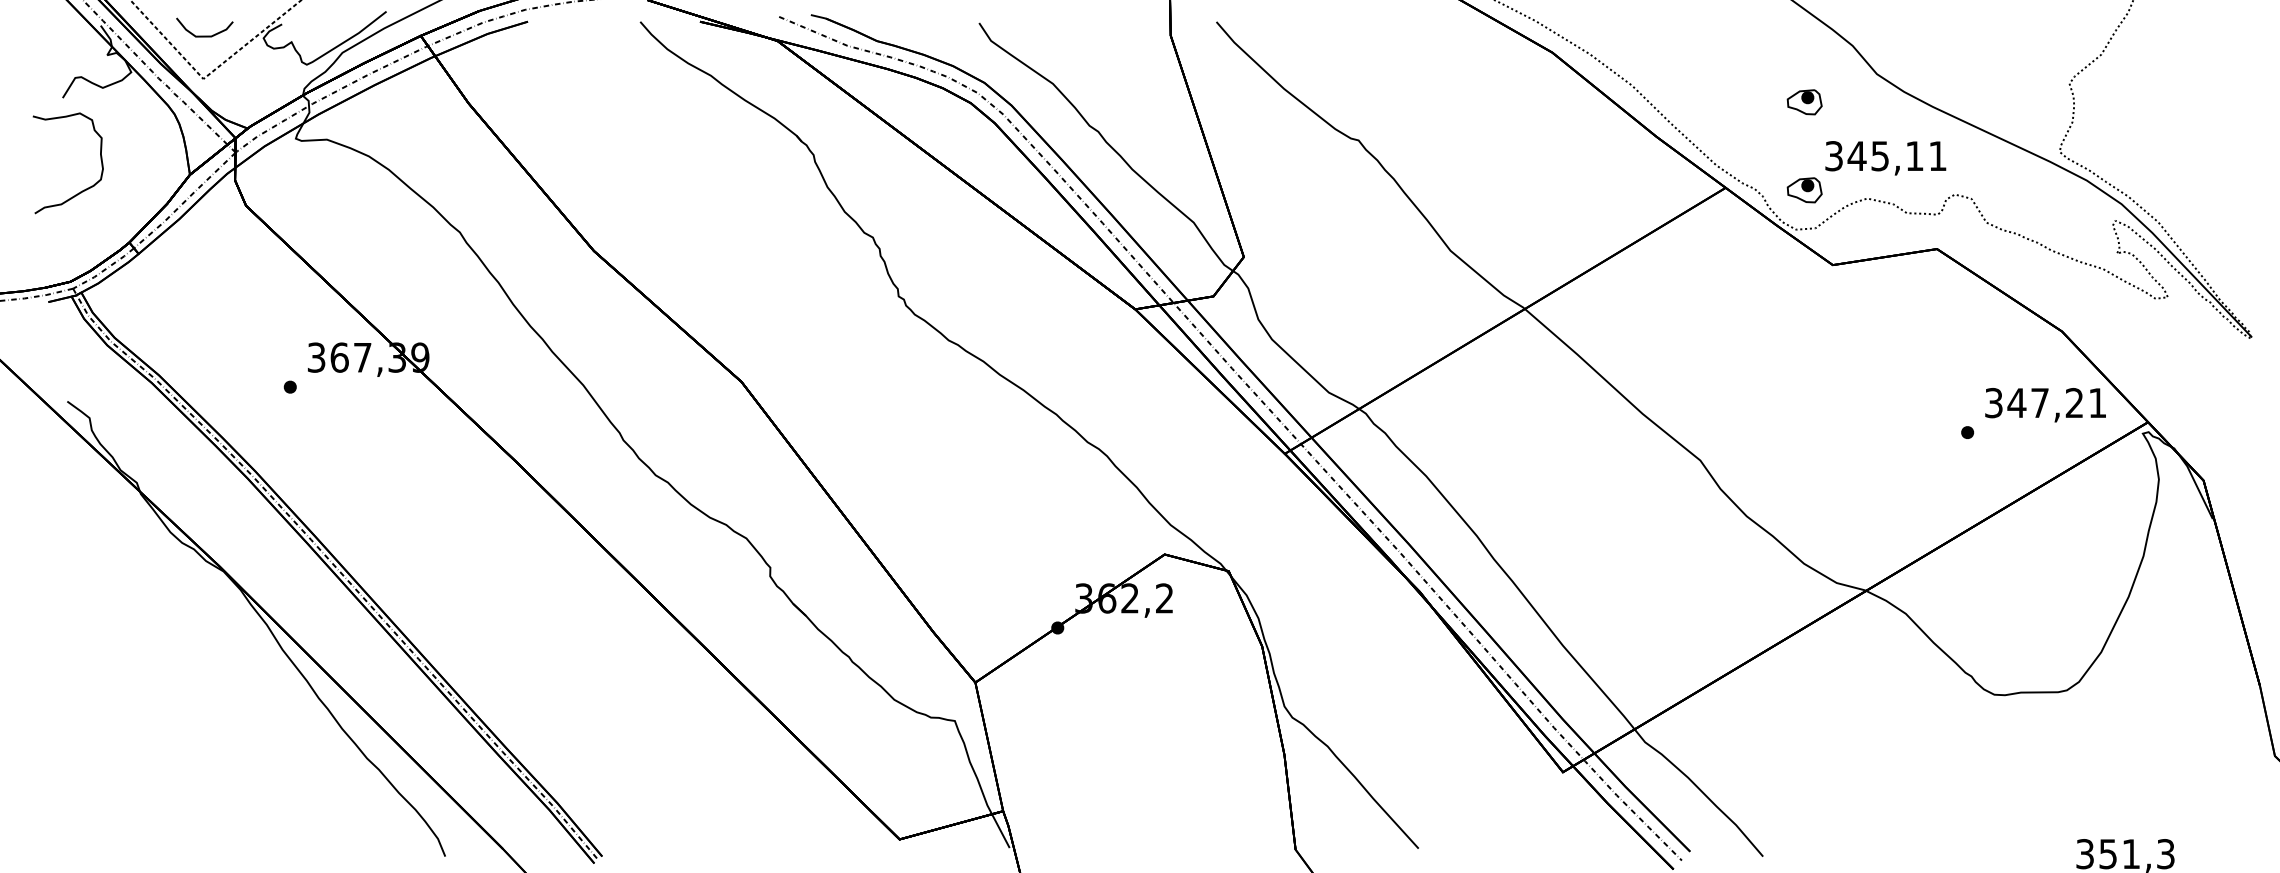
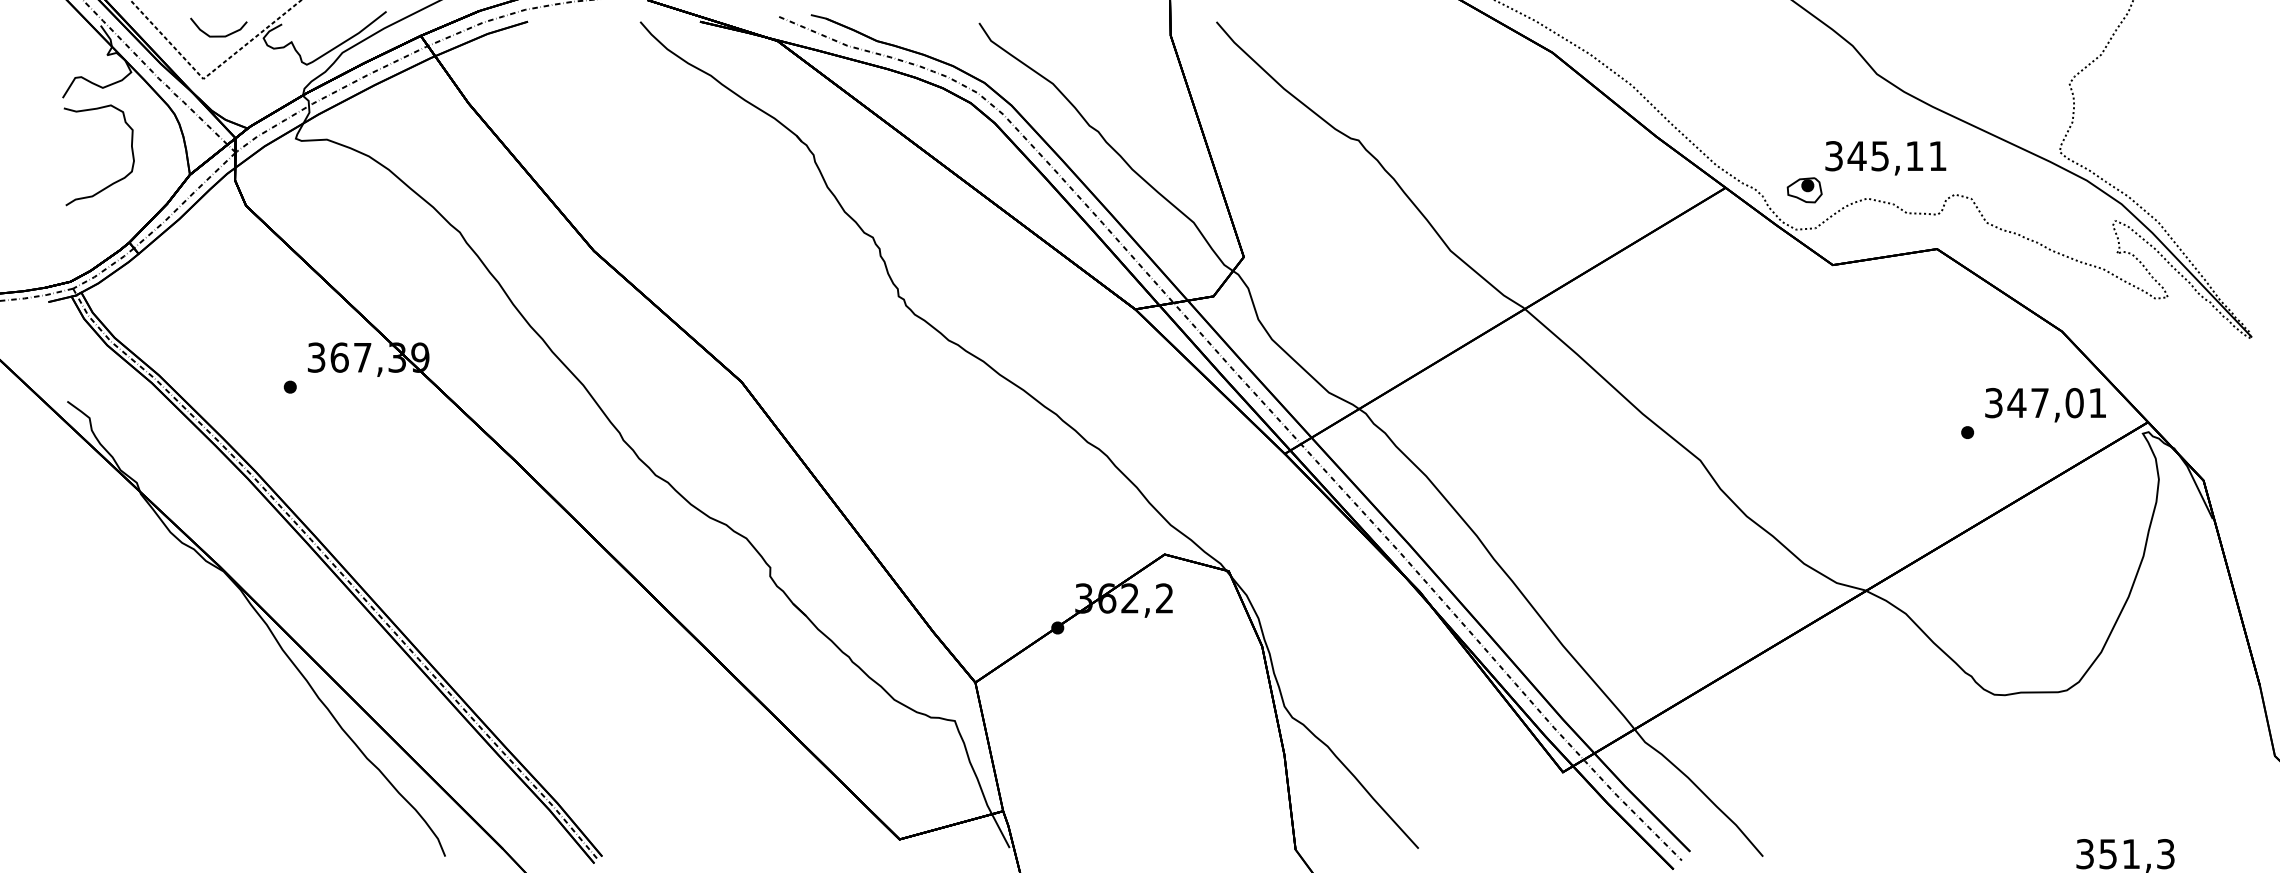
curve at (204, 35) position: (204, 35) -> (218, 35)
part at (1804, 102): present -> none
curve at (80, 191) position: (80, 191) -> (111, 183)
text at (2074, 403): 347,21 -> 347,01
